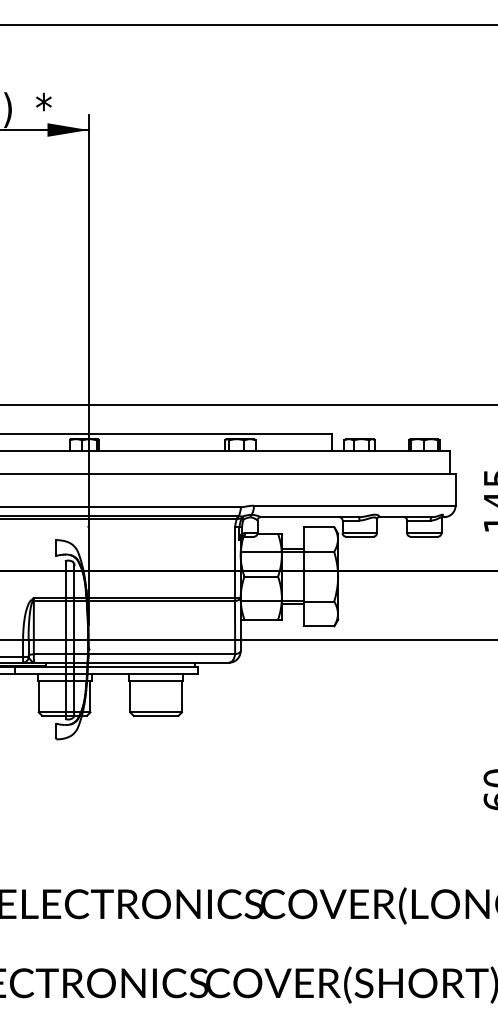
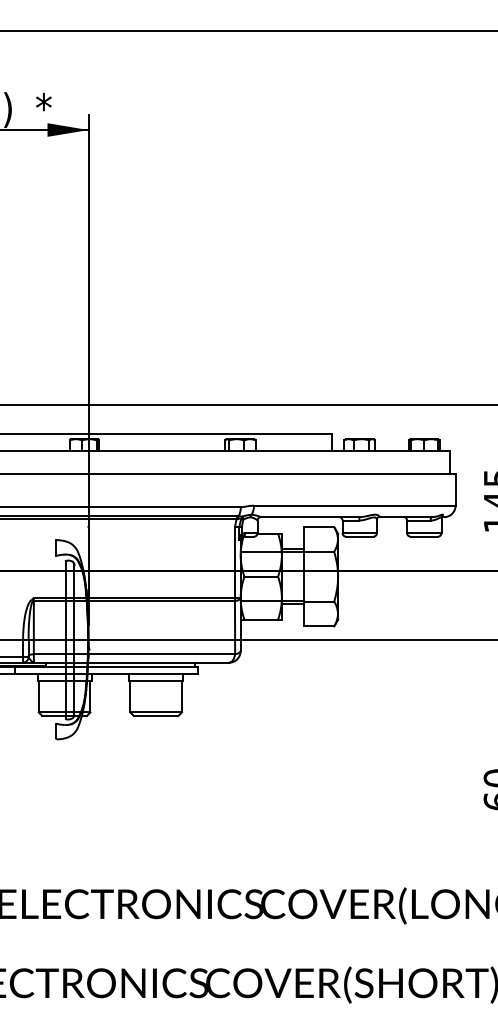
line at (248, 25) position: (248, 25) -> (248, 31)
